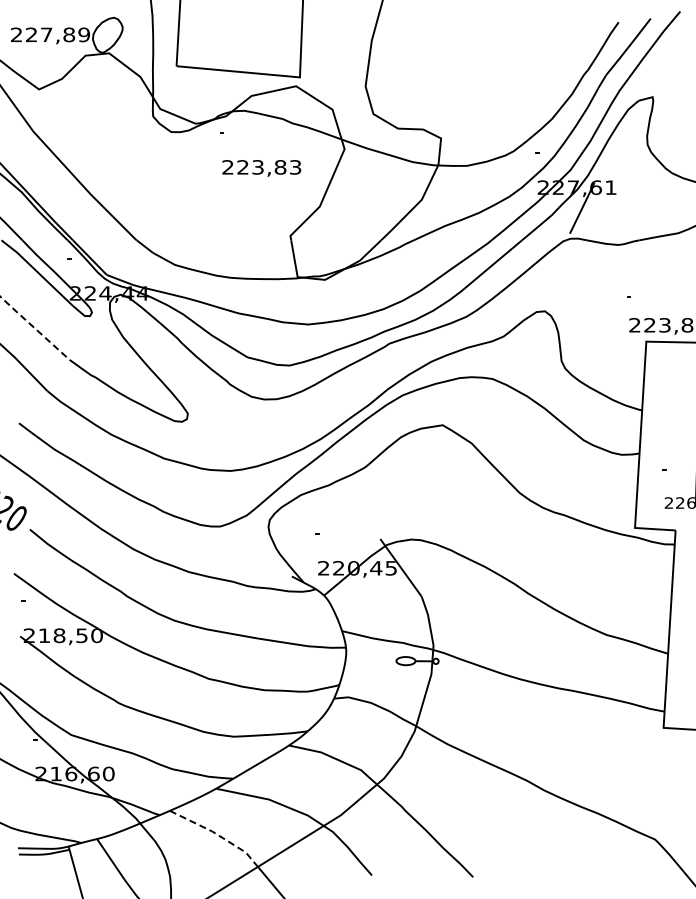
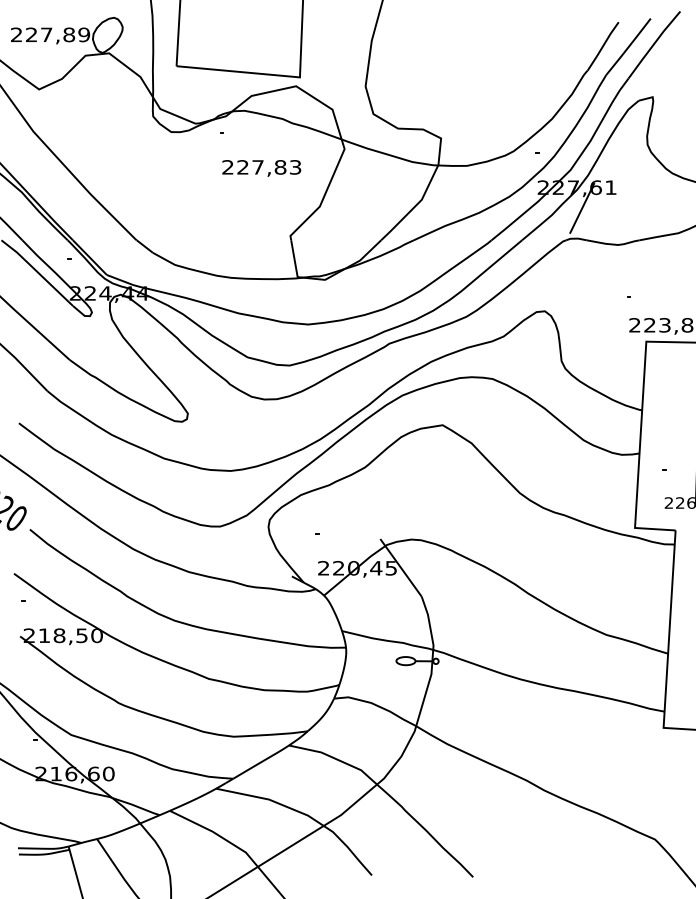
text at (257, 167): 223,83 -> 227,83
line at (34, 328): dashed -> solid
line at (217, 834): dashed -> solid
